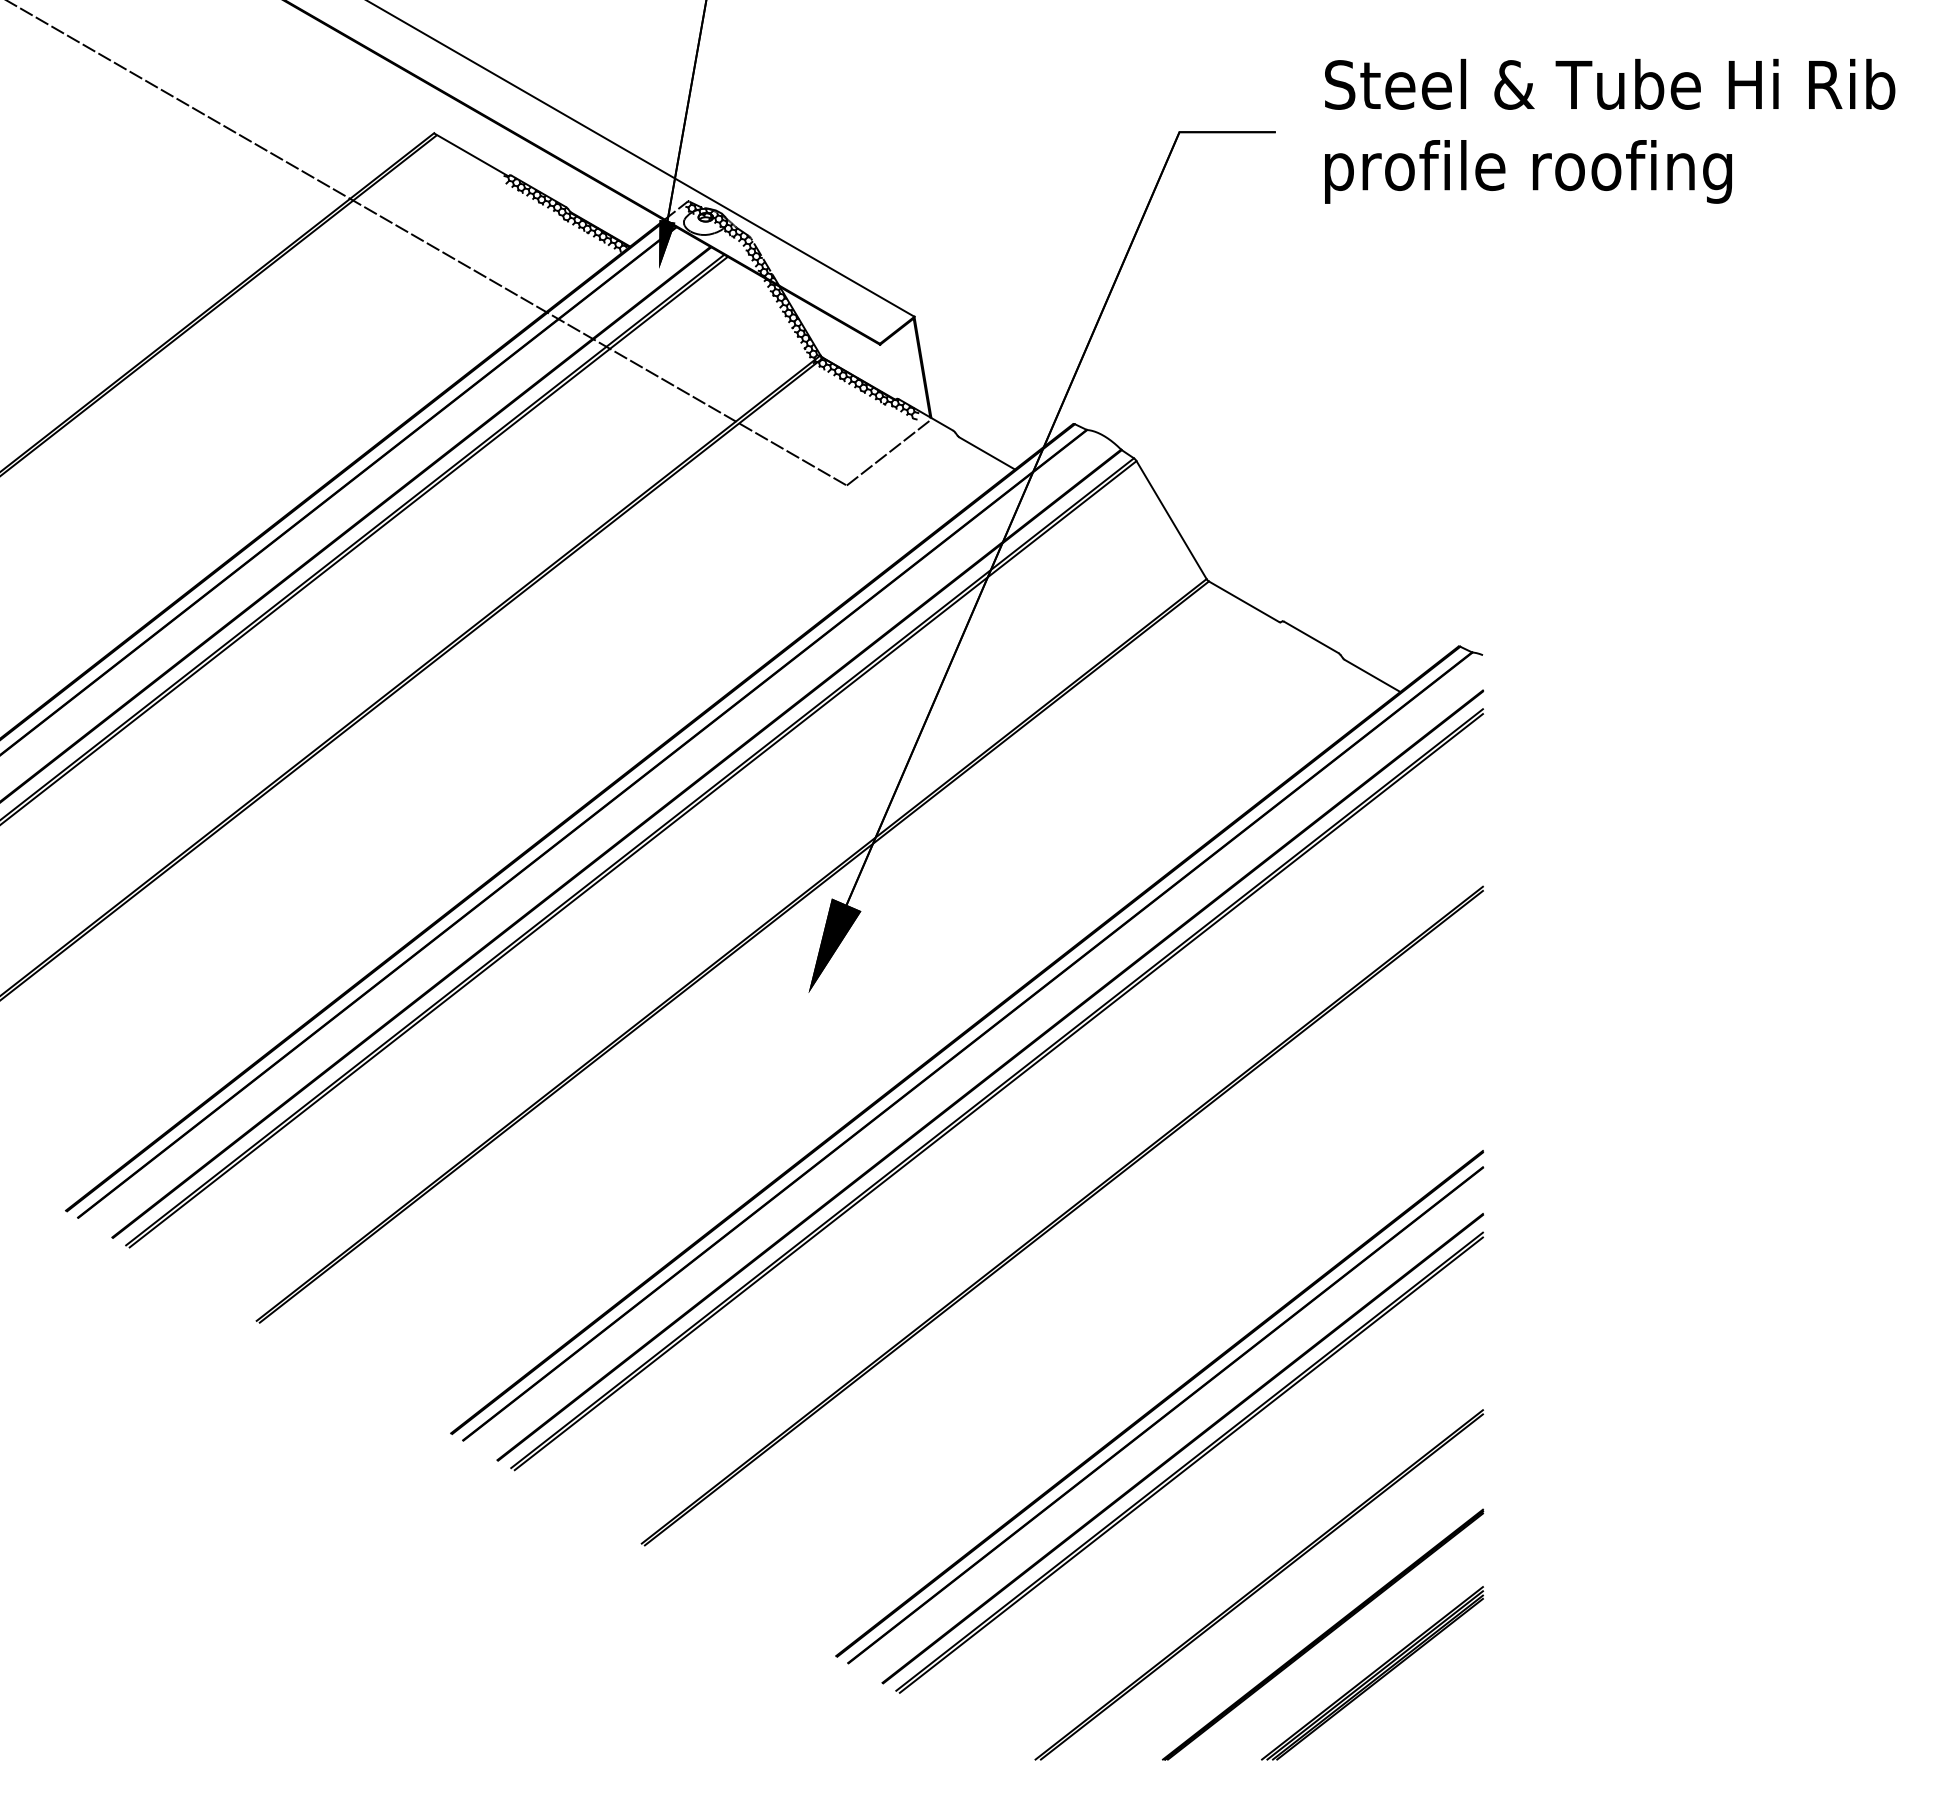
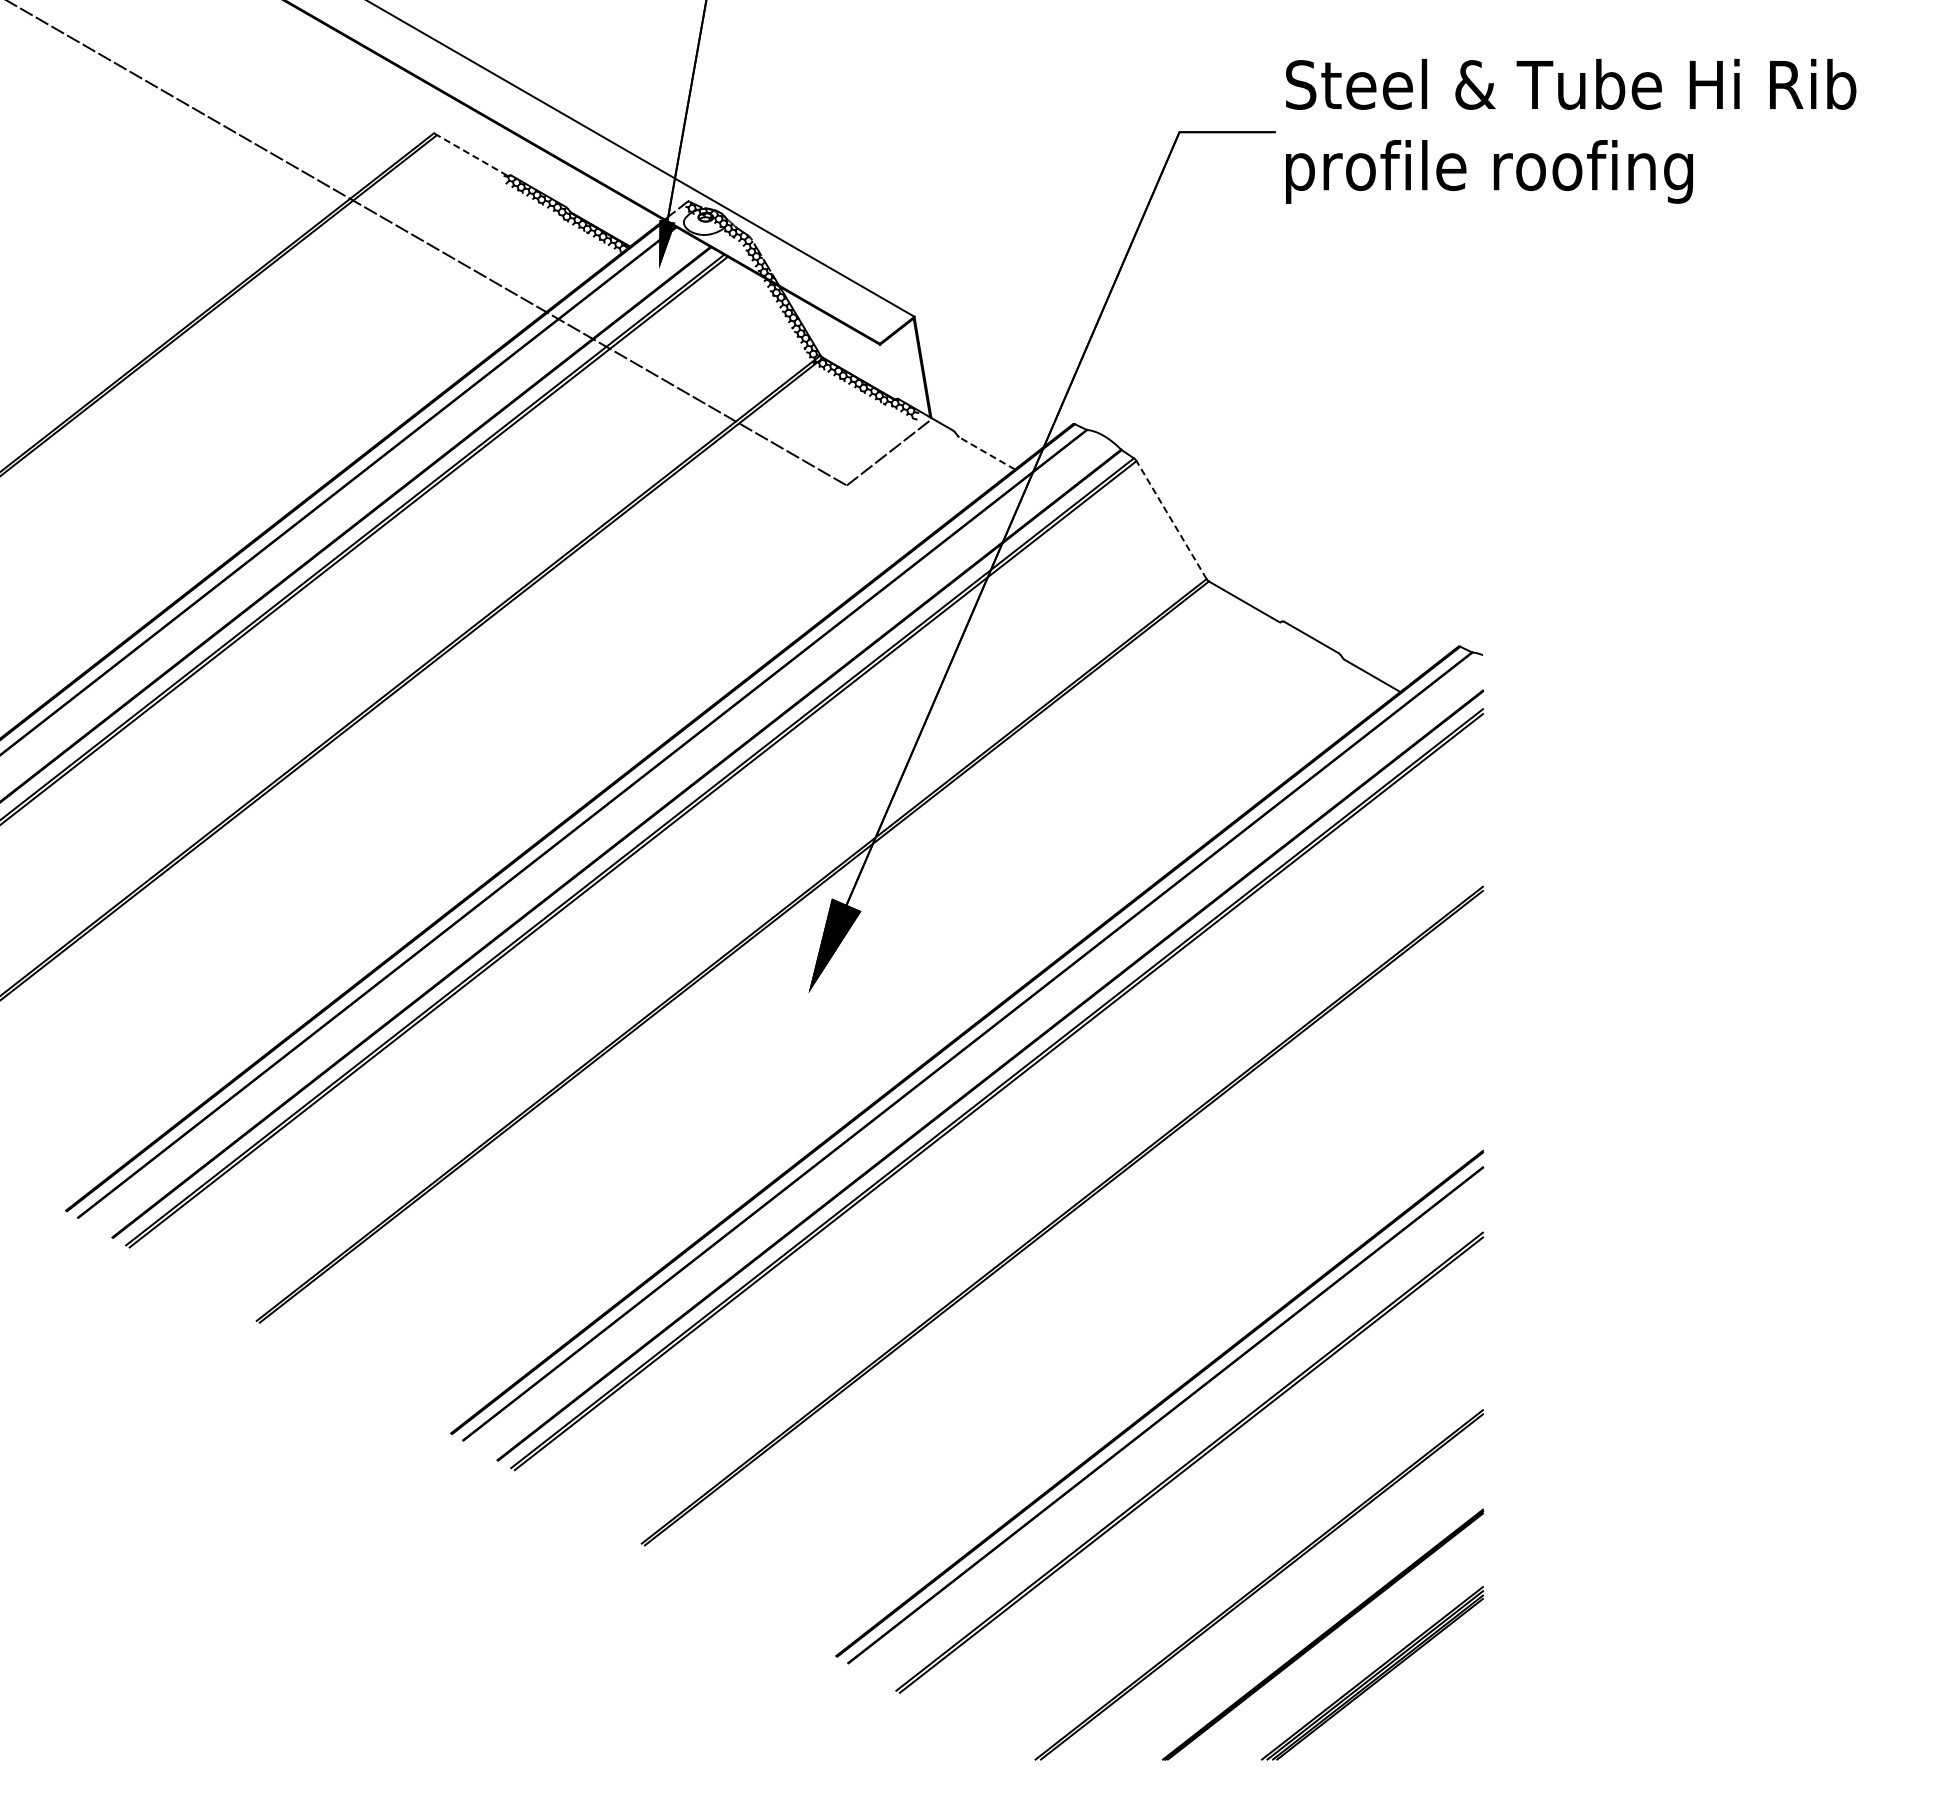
text at (1610, 130) position: (1610, 130) -> (1571, 130)
line at (471, 154): solid -> dashed
line at (986, 453): solid -> dashed
line at (1171, 520): solid -> dashed
line at (1182, 1448): present -> none
